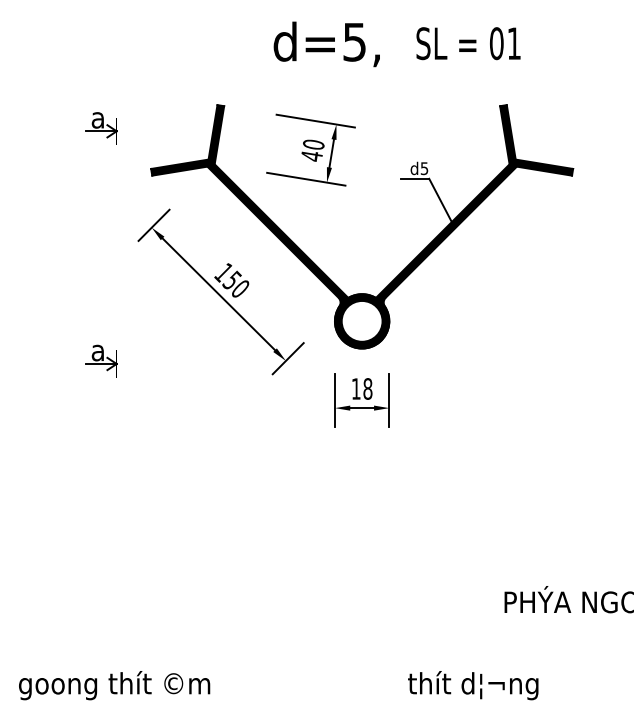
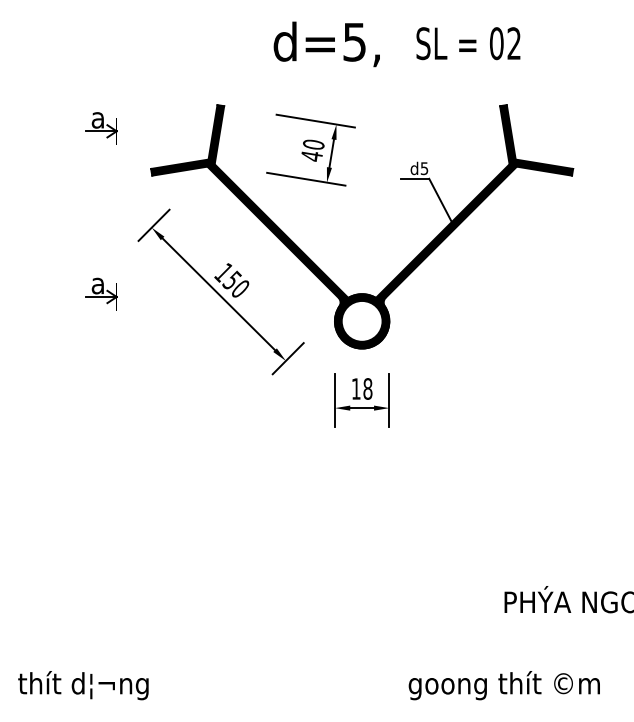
text at (513, 43): 01 -> 02
part at (101, 360) position: (101, 360) -> (101, 293)
text at (114, 685): goong thít ©m -> thít d¦¬ng
text at (503, 685): thít d¦¬ng -> goong thít ©m
